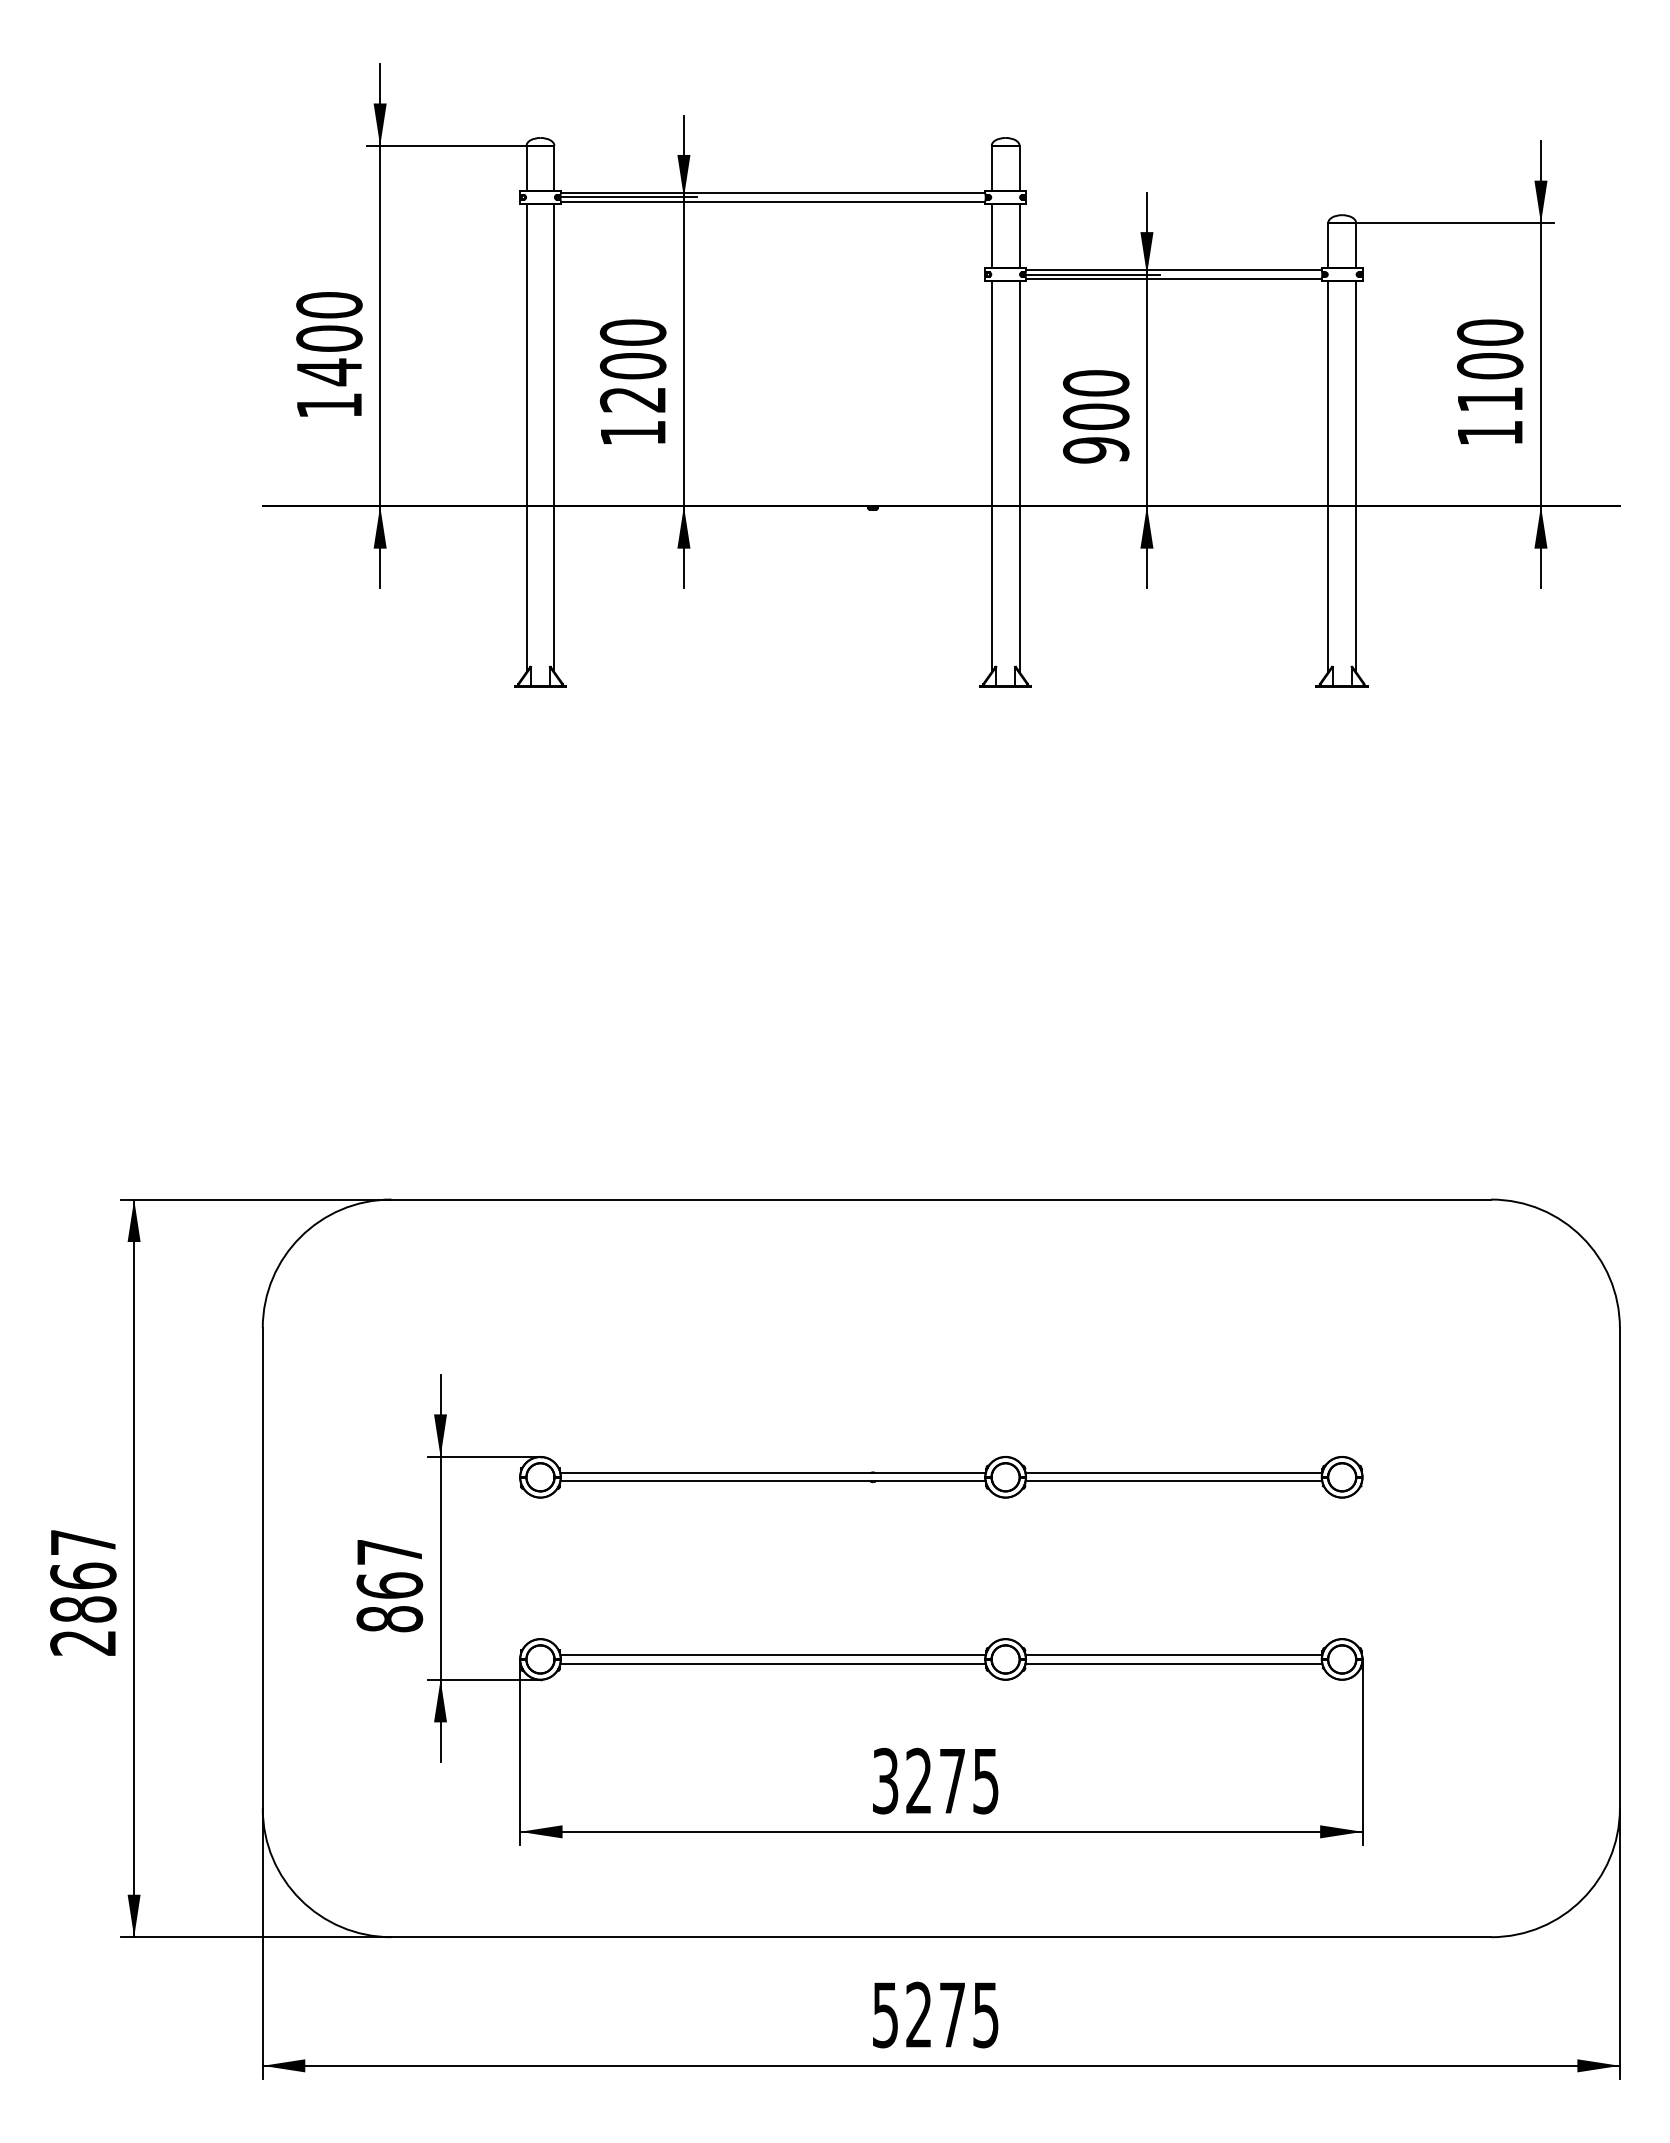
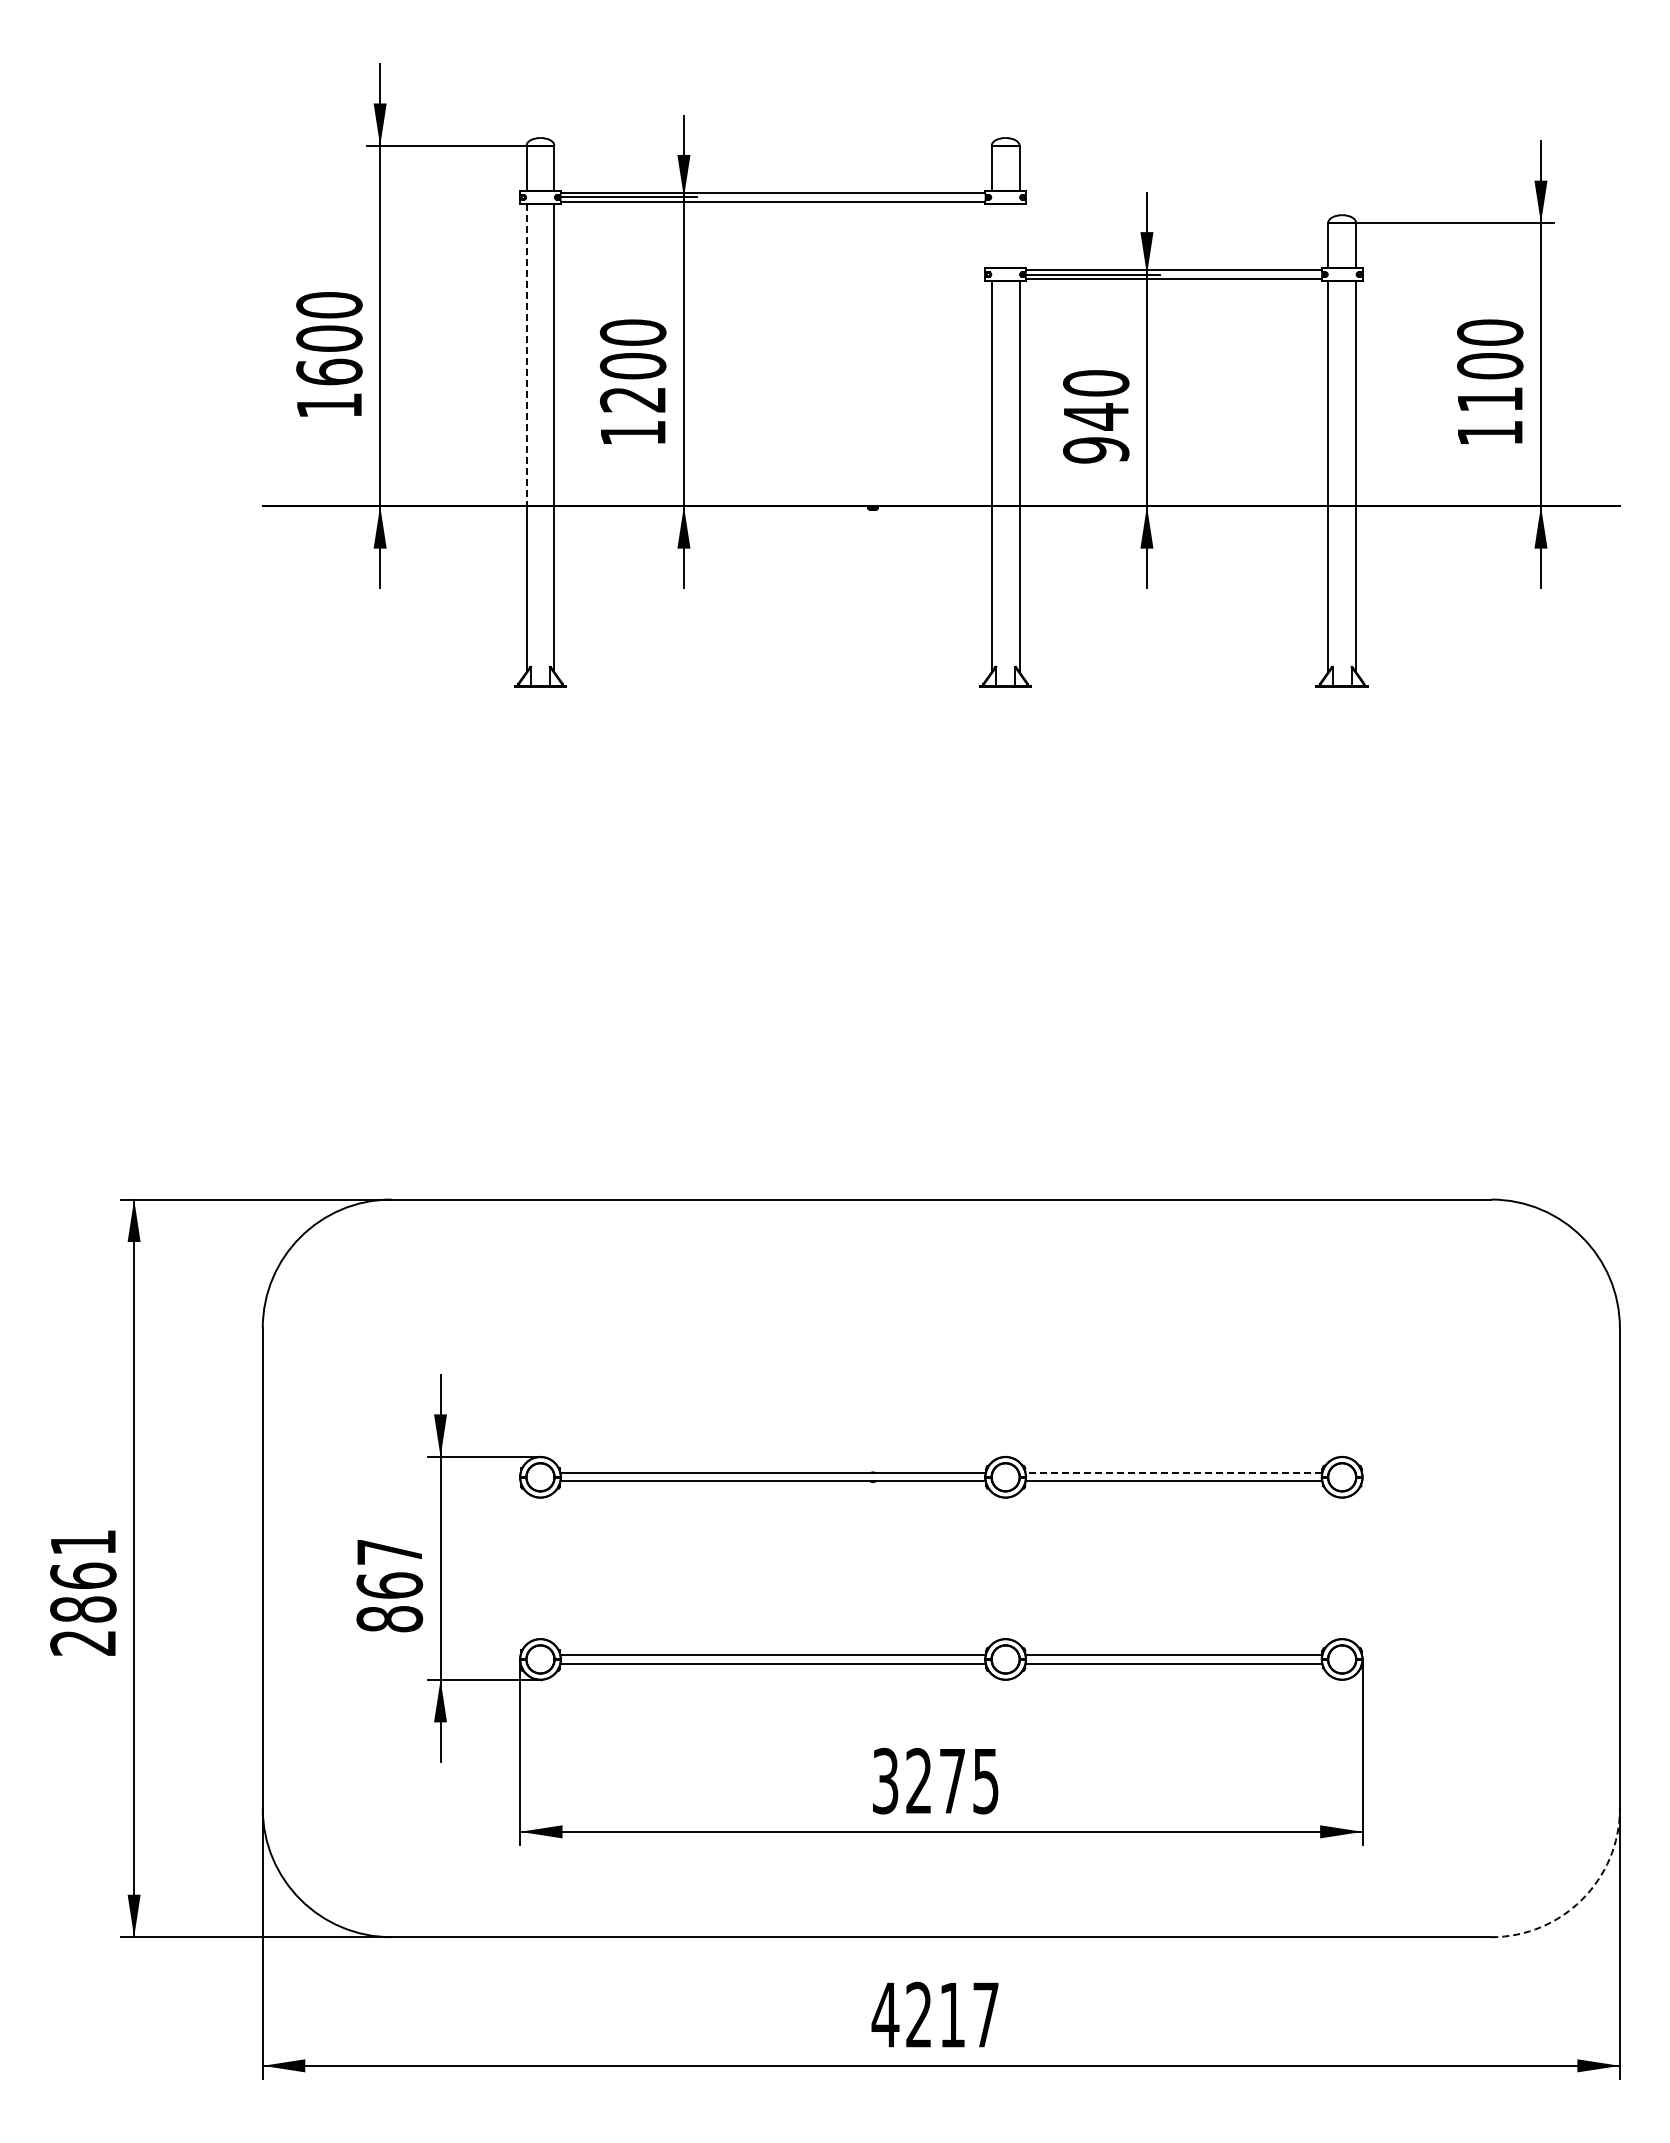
line at (991, 235): present -> none
line at (1019, 235): present -> none
line at (526, 355): solid -> dashed
text at (329, 372): 1400 -> 1600
text at (1096, 416): 900 -> 940
line at (1173, 1473): solid -> dashed
text at (83, 1542): 2867 -> 2861
arc at (1582, 1899): solid -> dashed
text at (934, 2015): 5275 -> 4217
